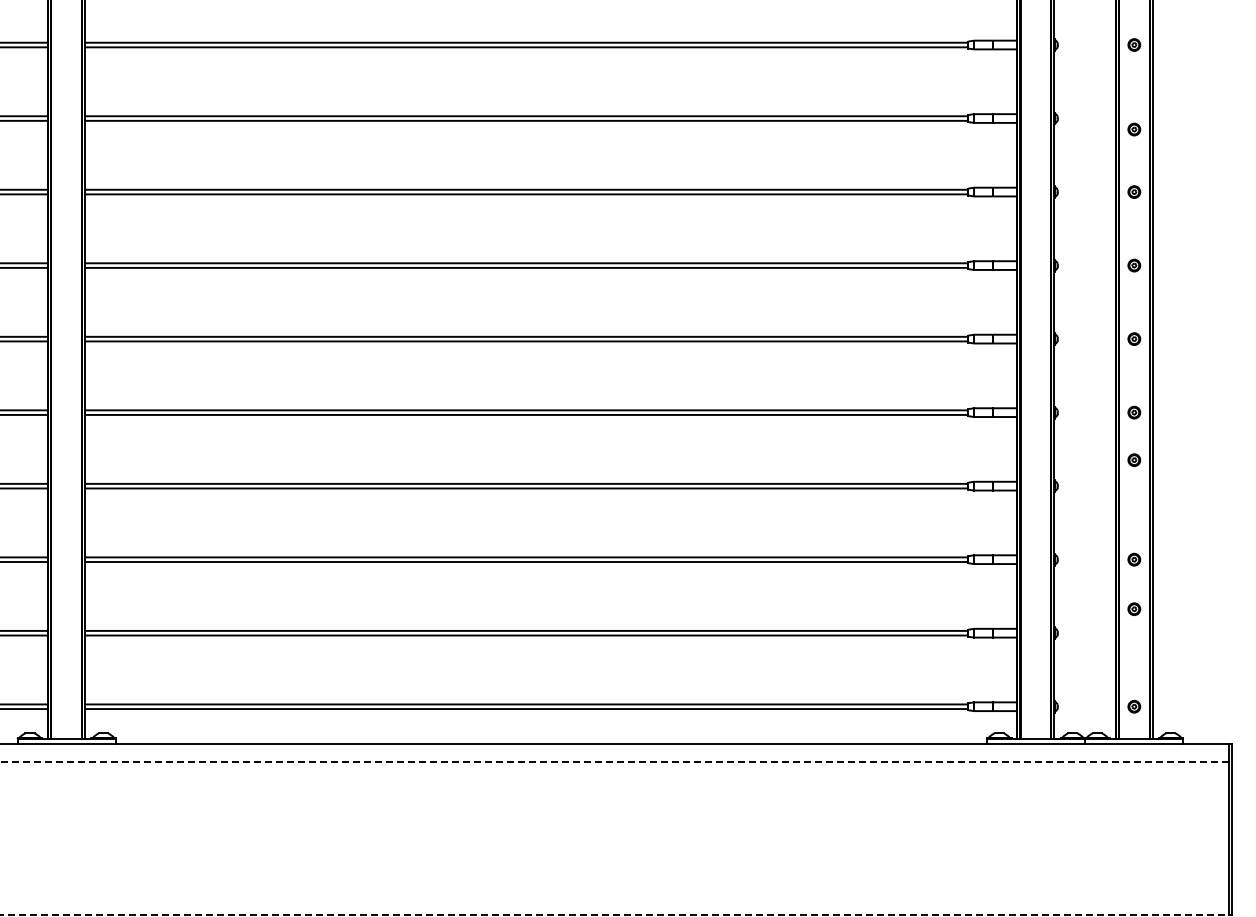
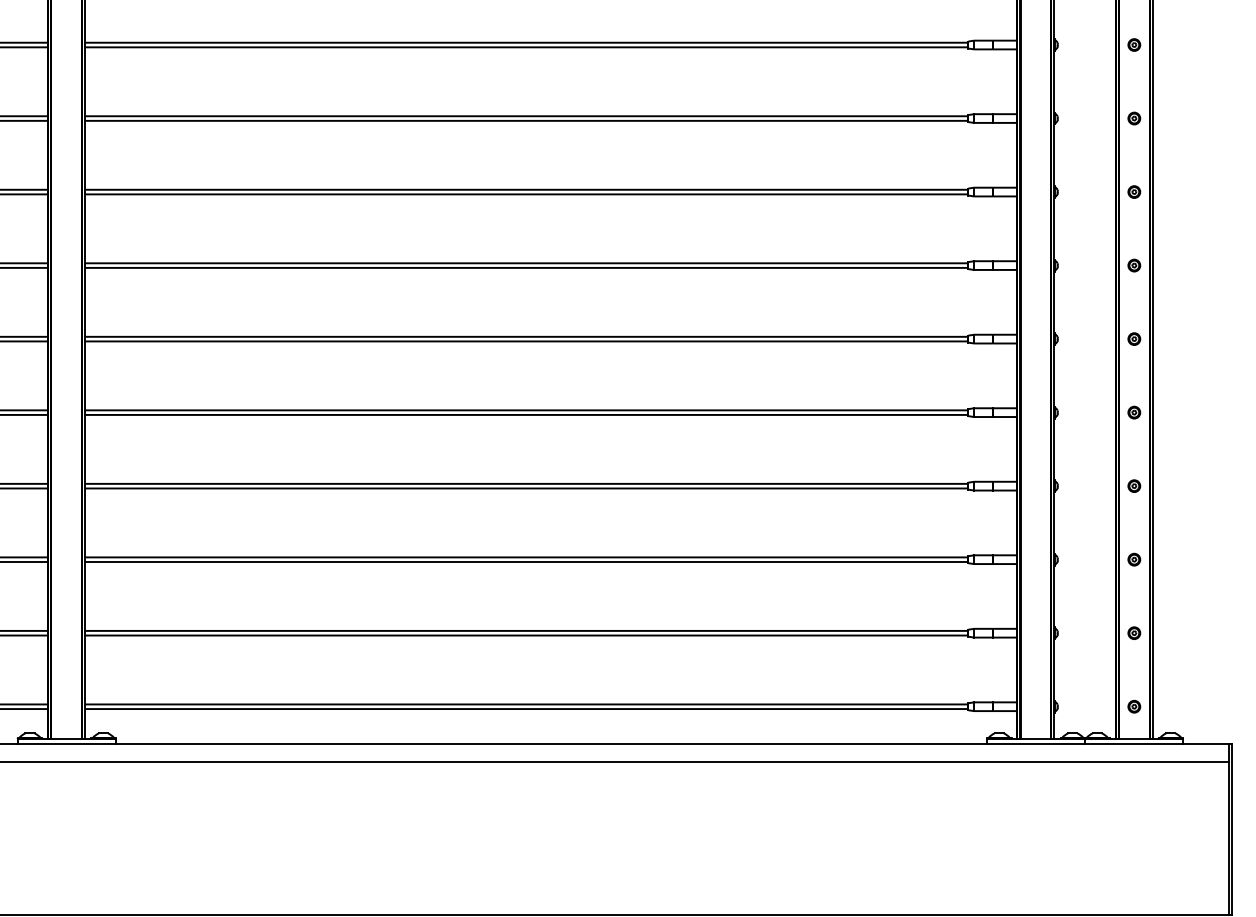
part at (1134, 129) position: (1134, 129) -> (1134, 118)
part at (1134, 459) position: (1134, 459) -> (1134, 485)
part at (1134, 608) position: (1134, 608) -> (1134, 632)
line at (614, 761): dashed -> solid
line at (615, 915): dashed -> solid
